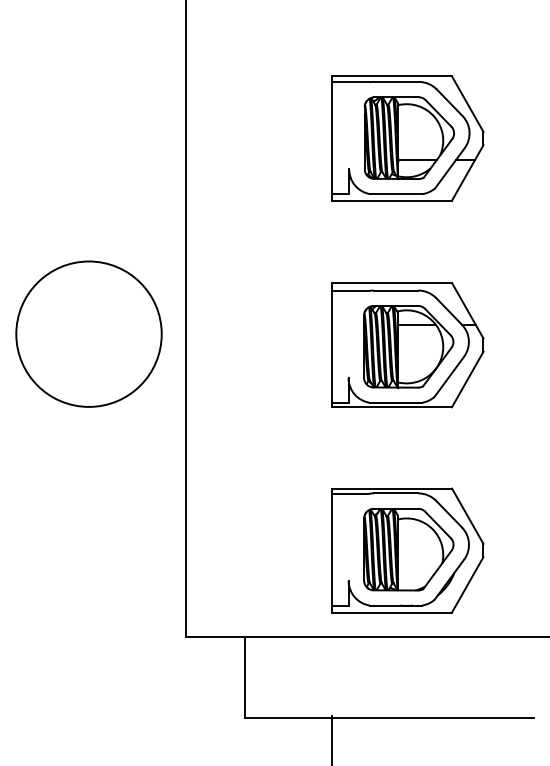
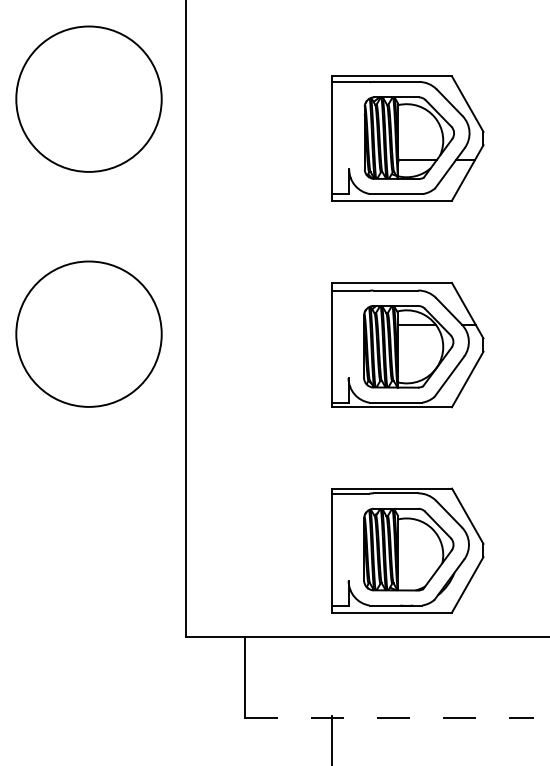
circle at (88, 98): none -> present
line at (389, 718): solid -> dashed
